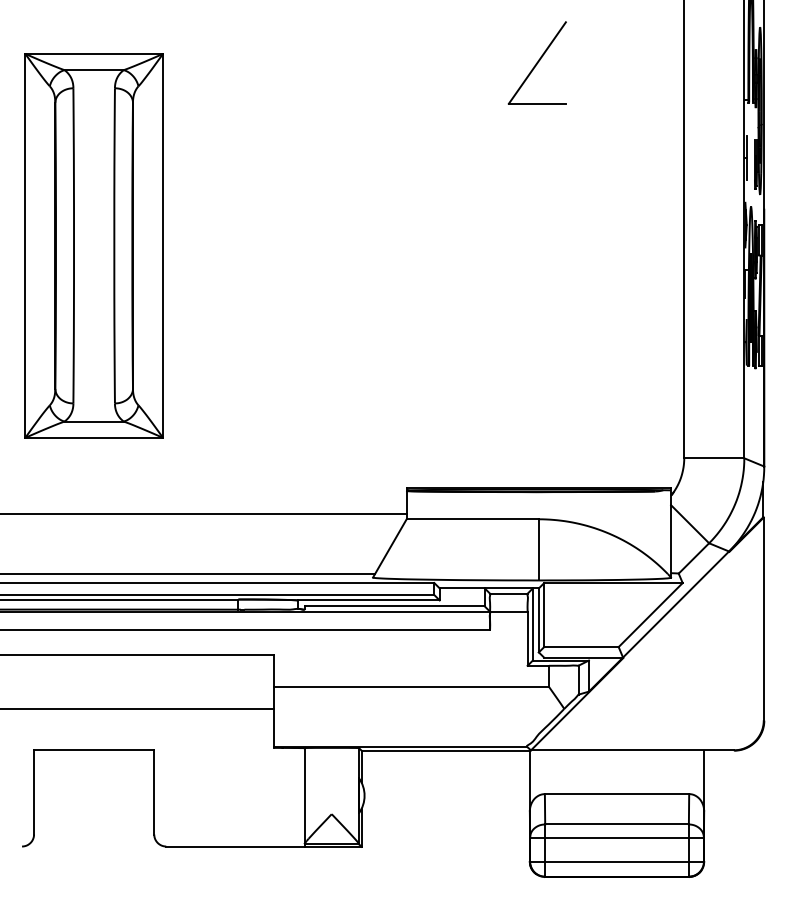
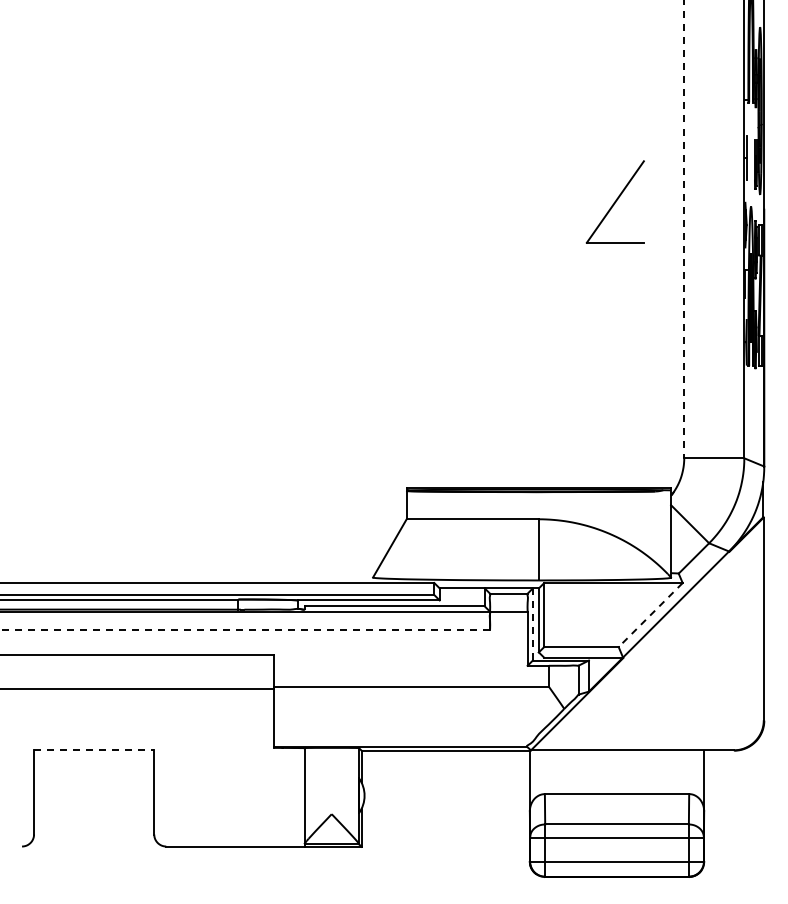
part at (536, 62) position: (536, 62) -> (614, 201)
line at (684, 229): solid -> dashed
part at (93, 245): present -> none
line at (204, 513): present -> none
line at (188, 573): present -> none
line at (650, 615): solid -> dashed
line at (532, 624): solid -> dashed
line at (245, 629): solid -> dashed
line at (138, 708) position: (138, 708) -> (138, 688)
line at (94, 750): solid -> dashed
